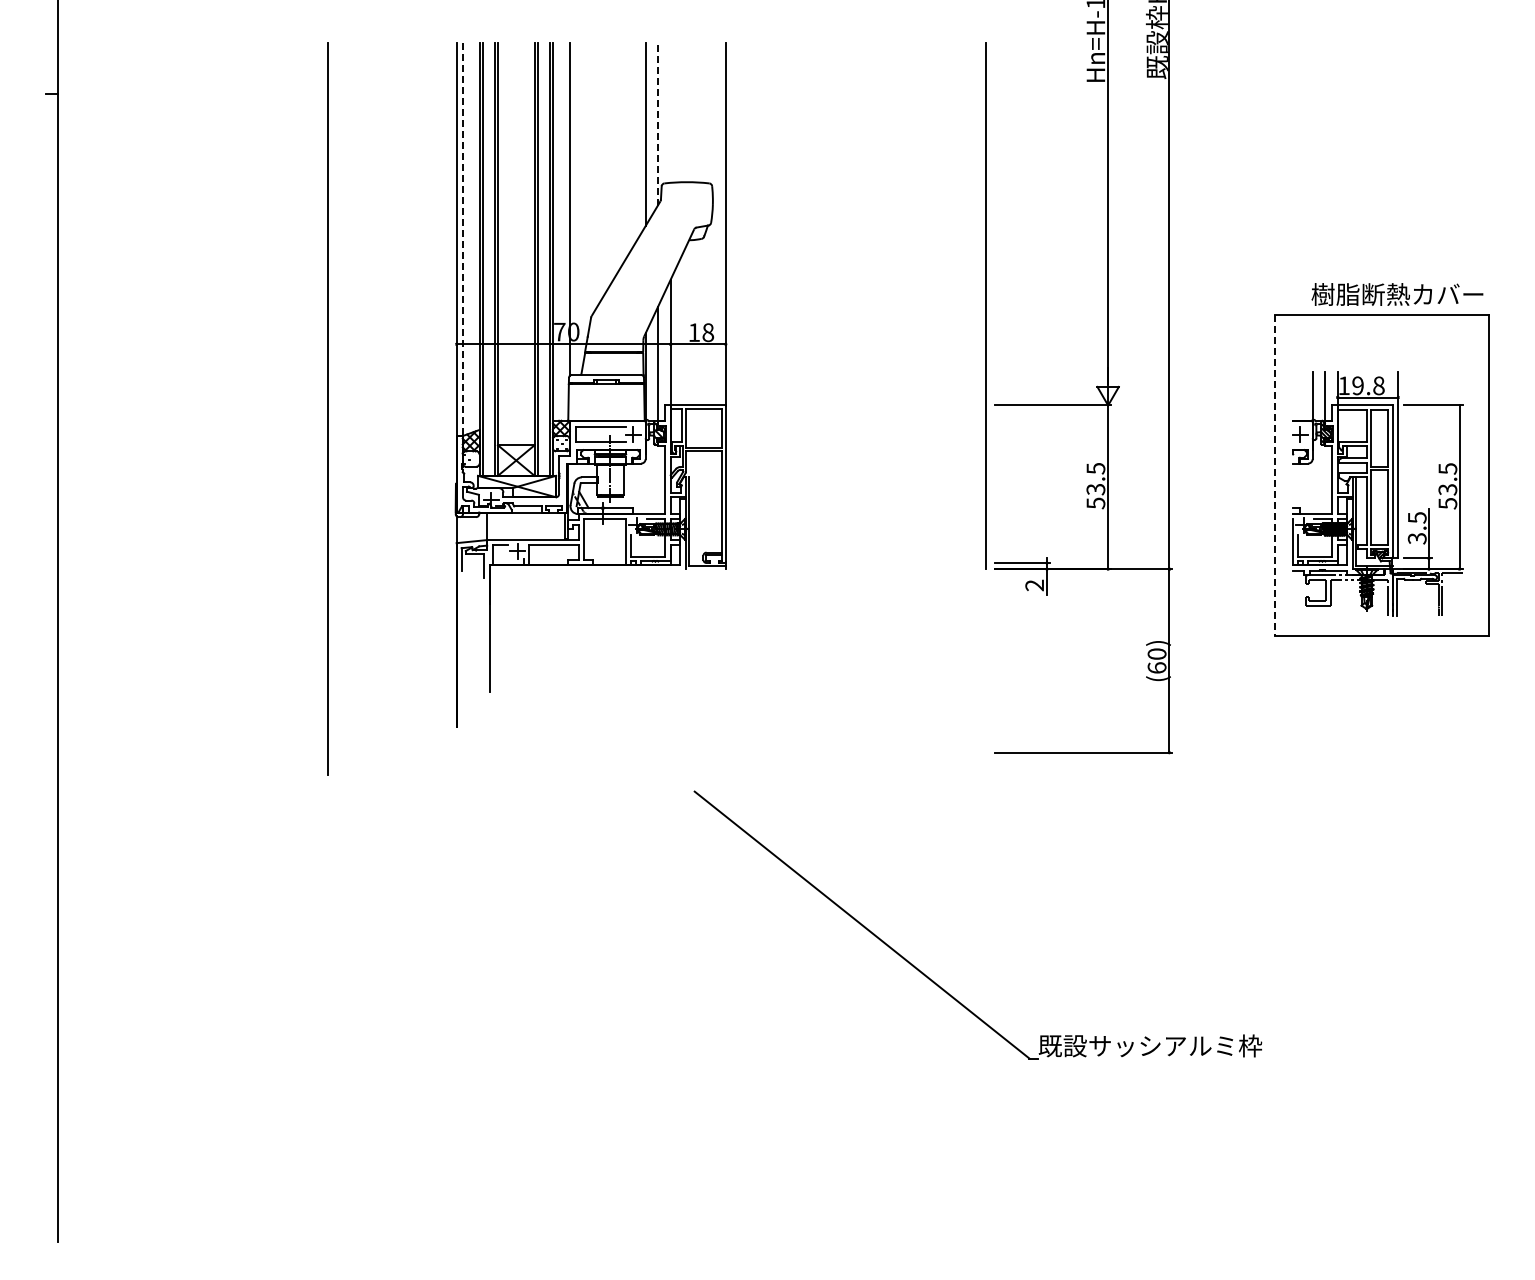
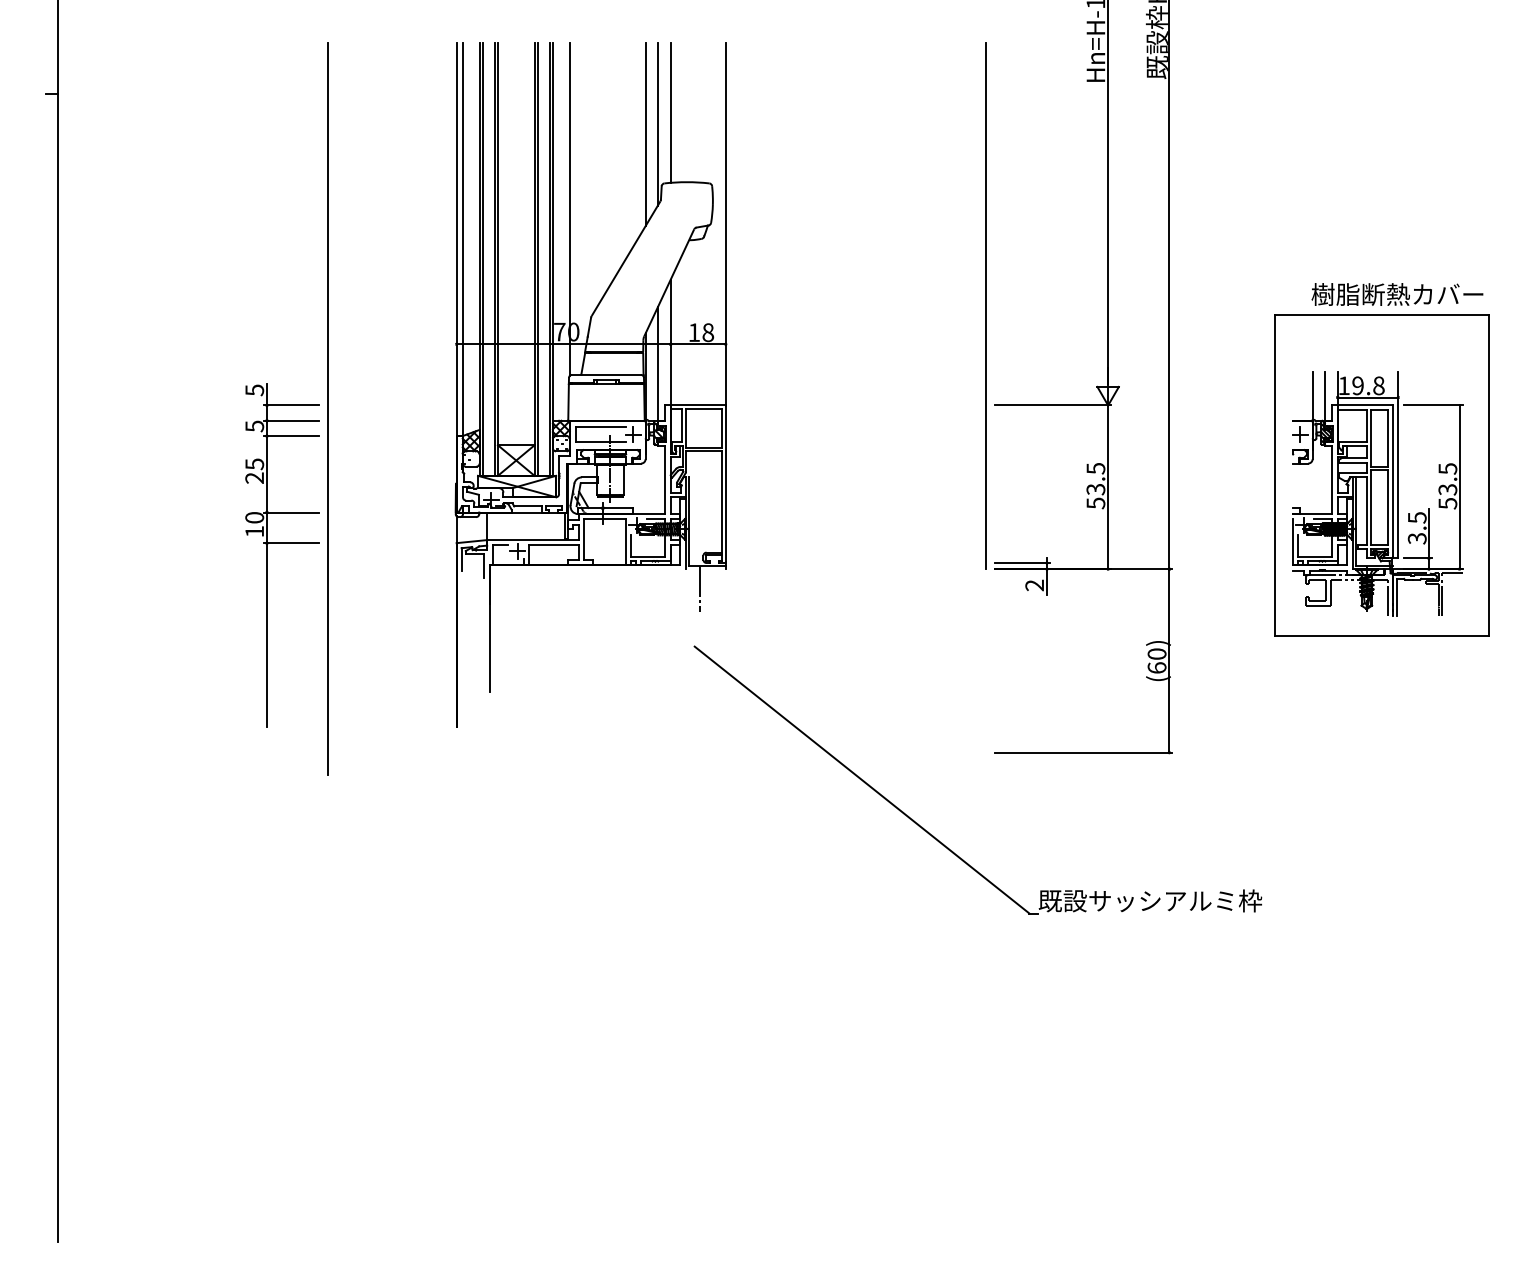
line at (670, 112): none -> present
line at (657, 123): dashed -> solid
line at (462, 257): dashed -> solid
line at (1274, 475): dashed -> solid
part at (282, 543): none -> present
line at (699, 588): none -> present
part at (933, 980) position: (933, 980) -> (933, 835)
